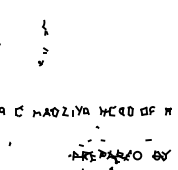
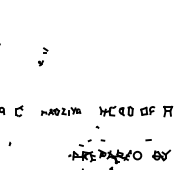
part at (45, 27): present -> none
part at (60, 111) size: 58x13 px -> 41x9 px
part at (168, 111) size: 7x9 px -> 11x13 px
